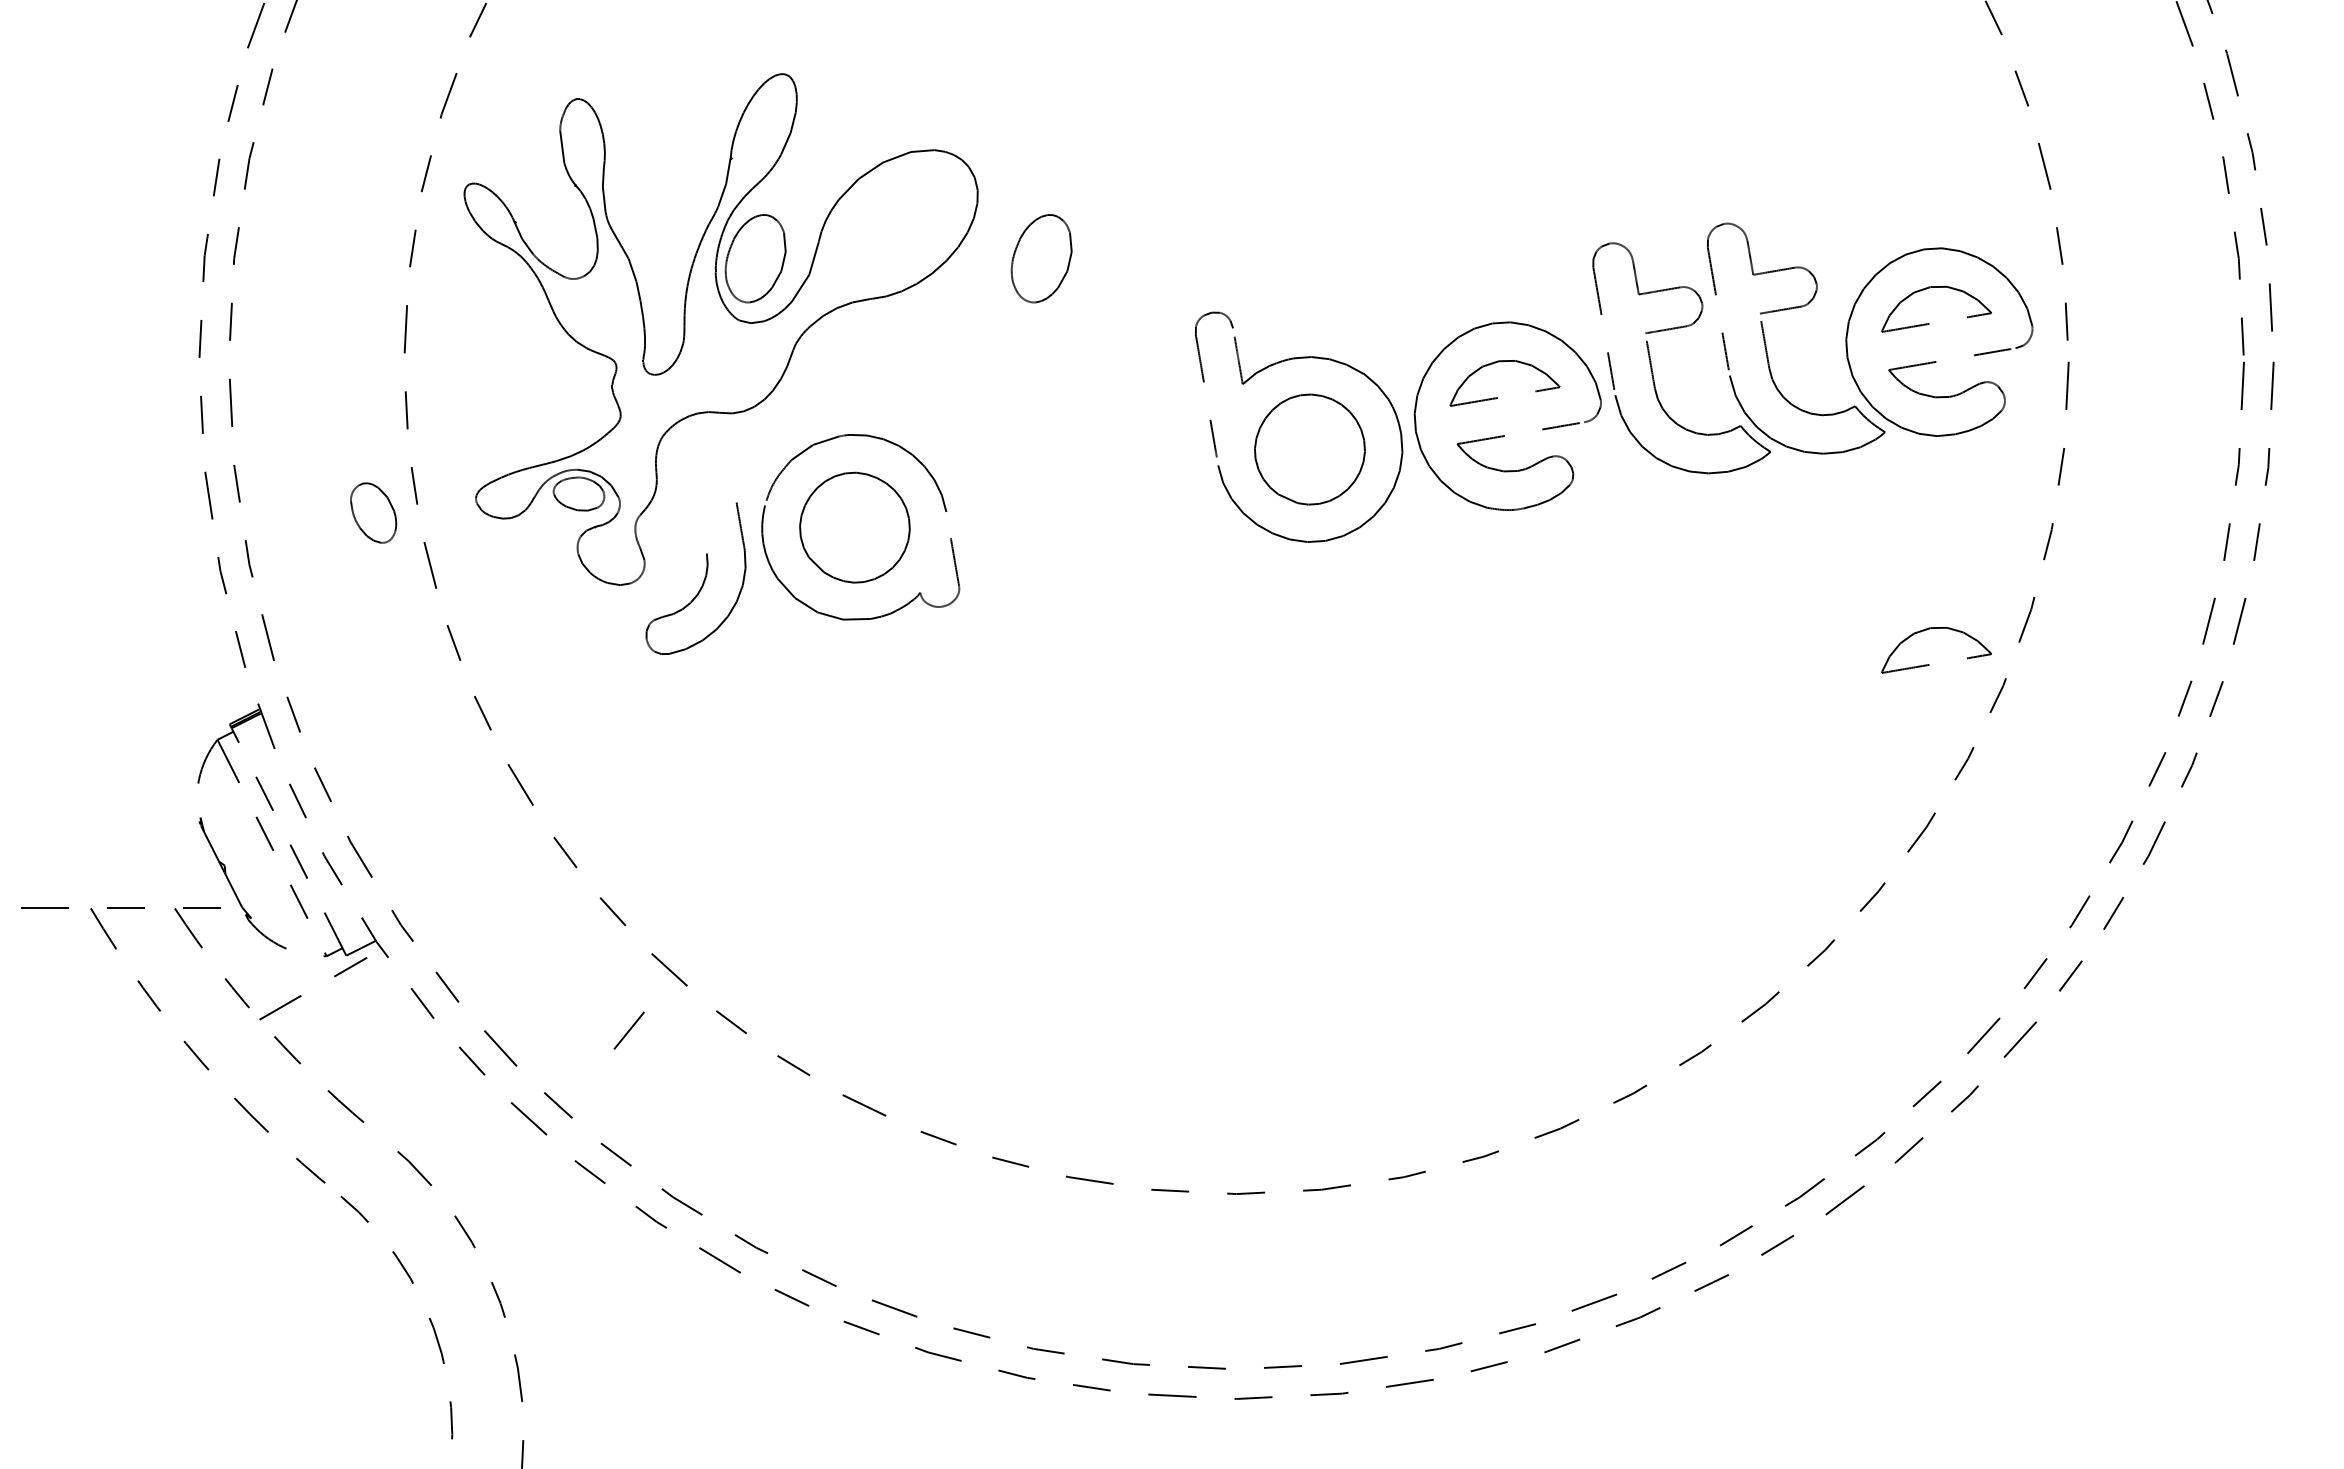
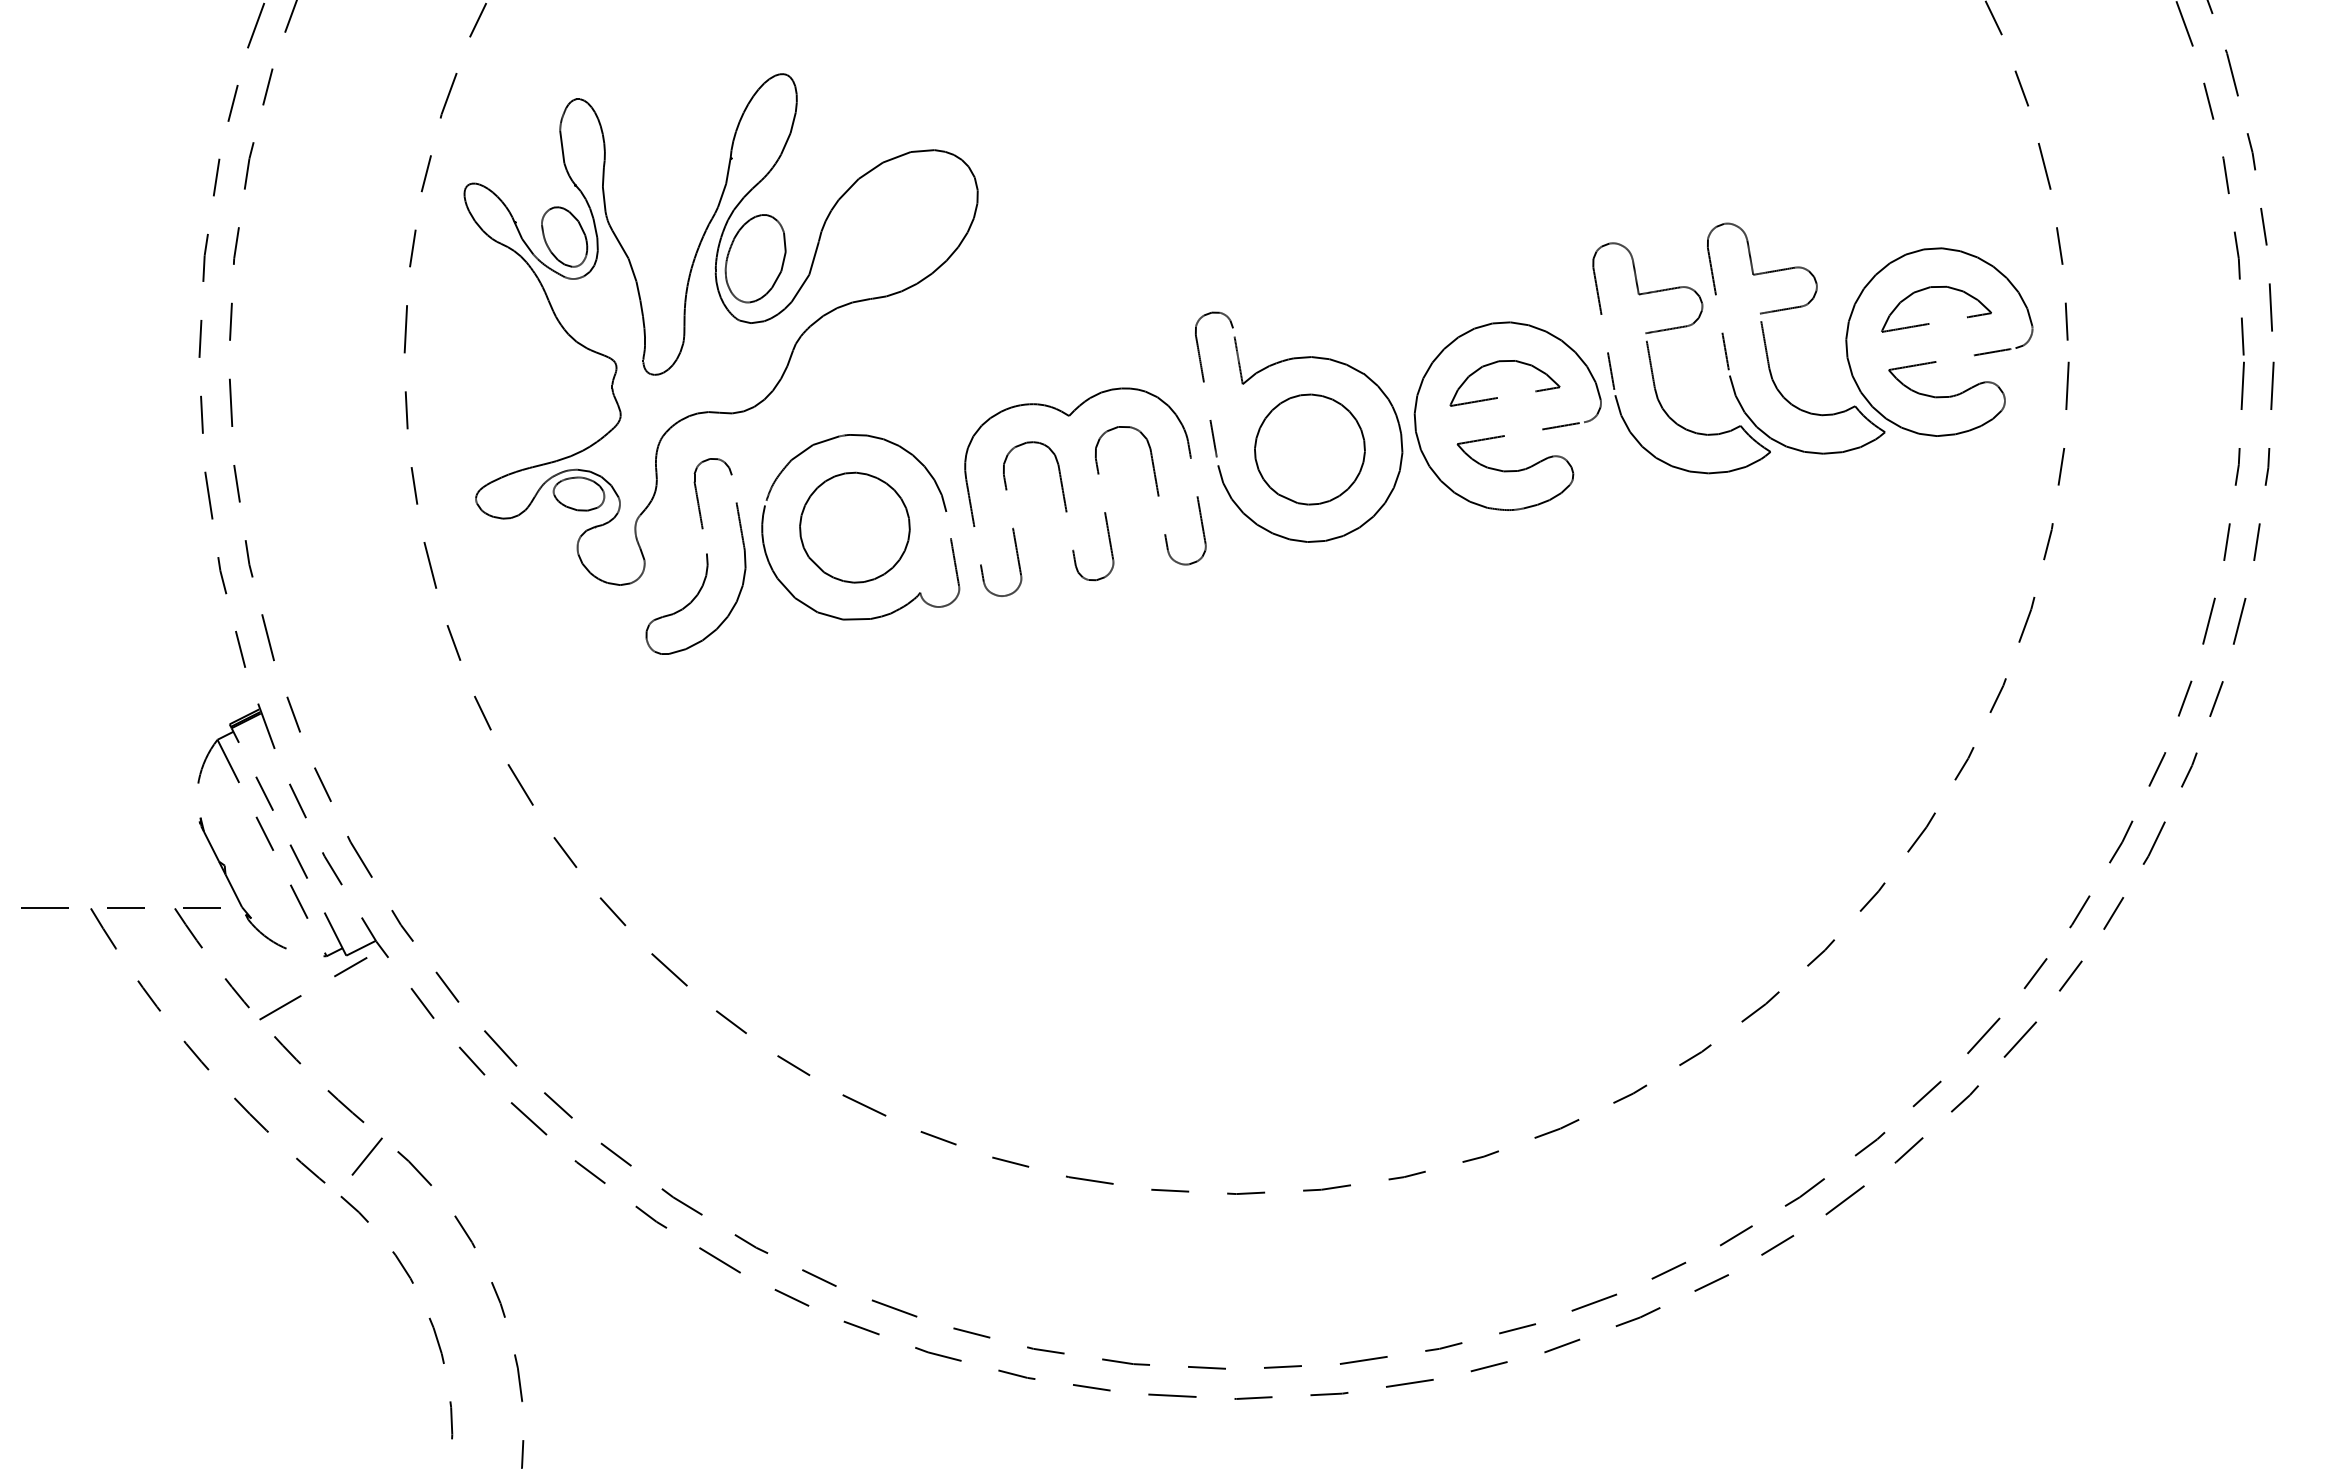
part at (1041, 258): present -> none
part at (1097, 474): none -> present
part at (698, 497): none -> present
part at (373, 512) position: (373, 512) -> (564, 236)
part at (1929, 664): present -> none
line at (628, 1030) position: (628, 1030) -> (366, 1156)
